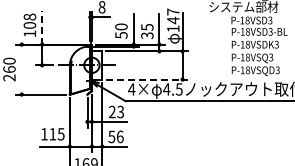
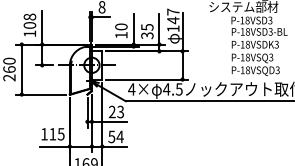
line at (42, 27): dashed -> solid
text at (121, 35): 50 -> 10
line at (21, 69): none -> present
line at (147, 79): dashed -> solid
text at (119, 136): 56 -> 54
